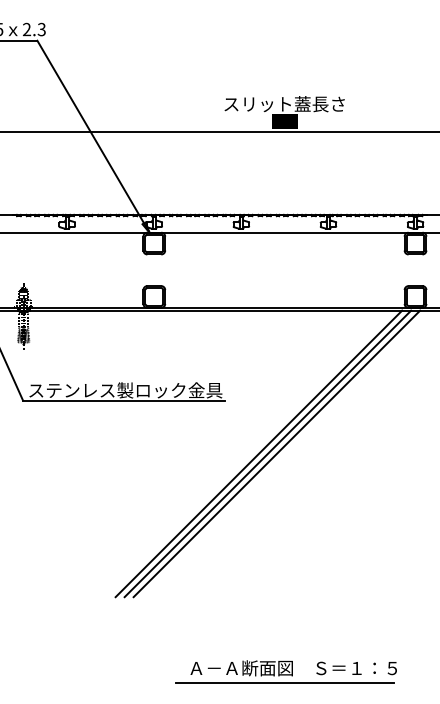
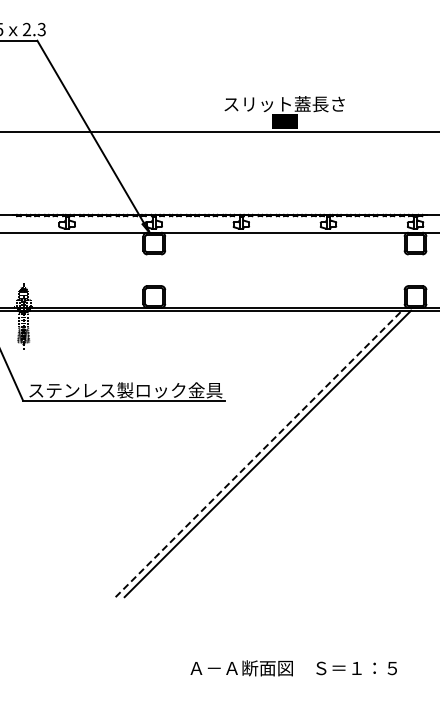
line at (258, 453): solid -> dashed
line at (276, 453): present -> none
line at (284, 682): present -> none
